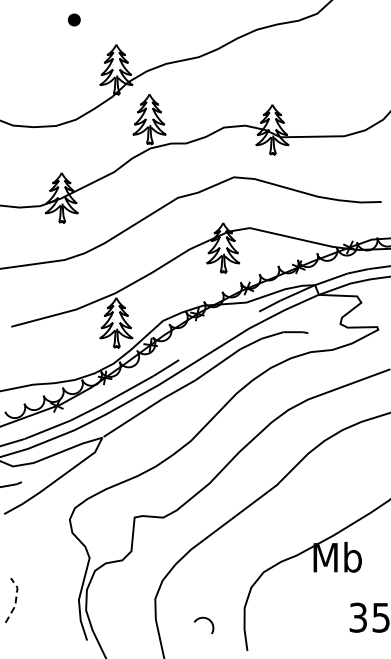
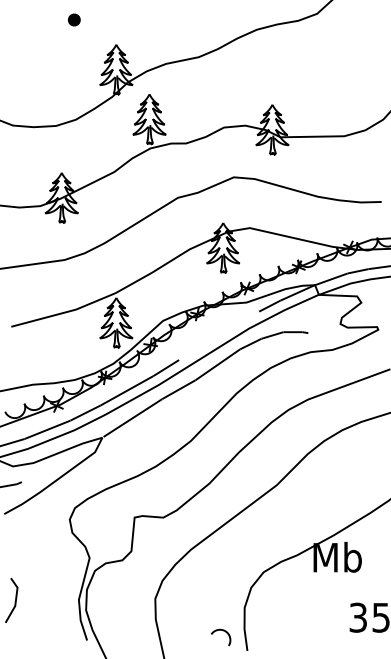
line at (15, 600): dashed -> solid
curve at (206, 619) position: (206, 619) -> (223, 631)
